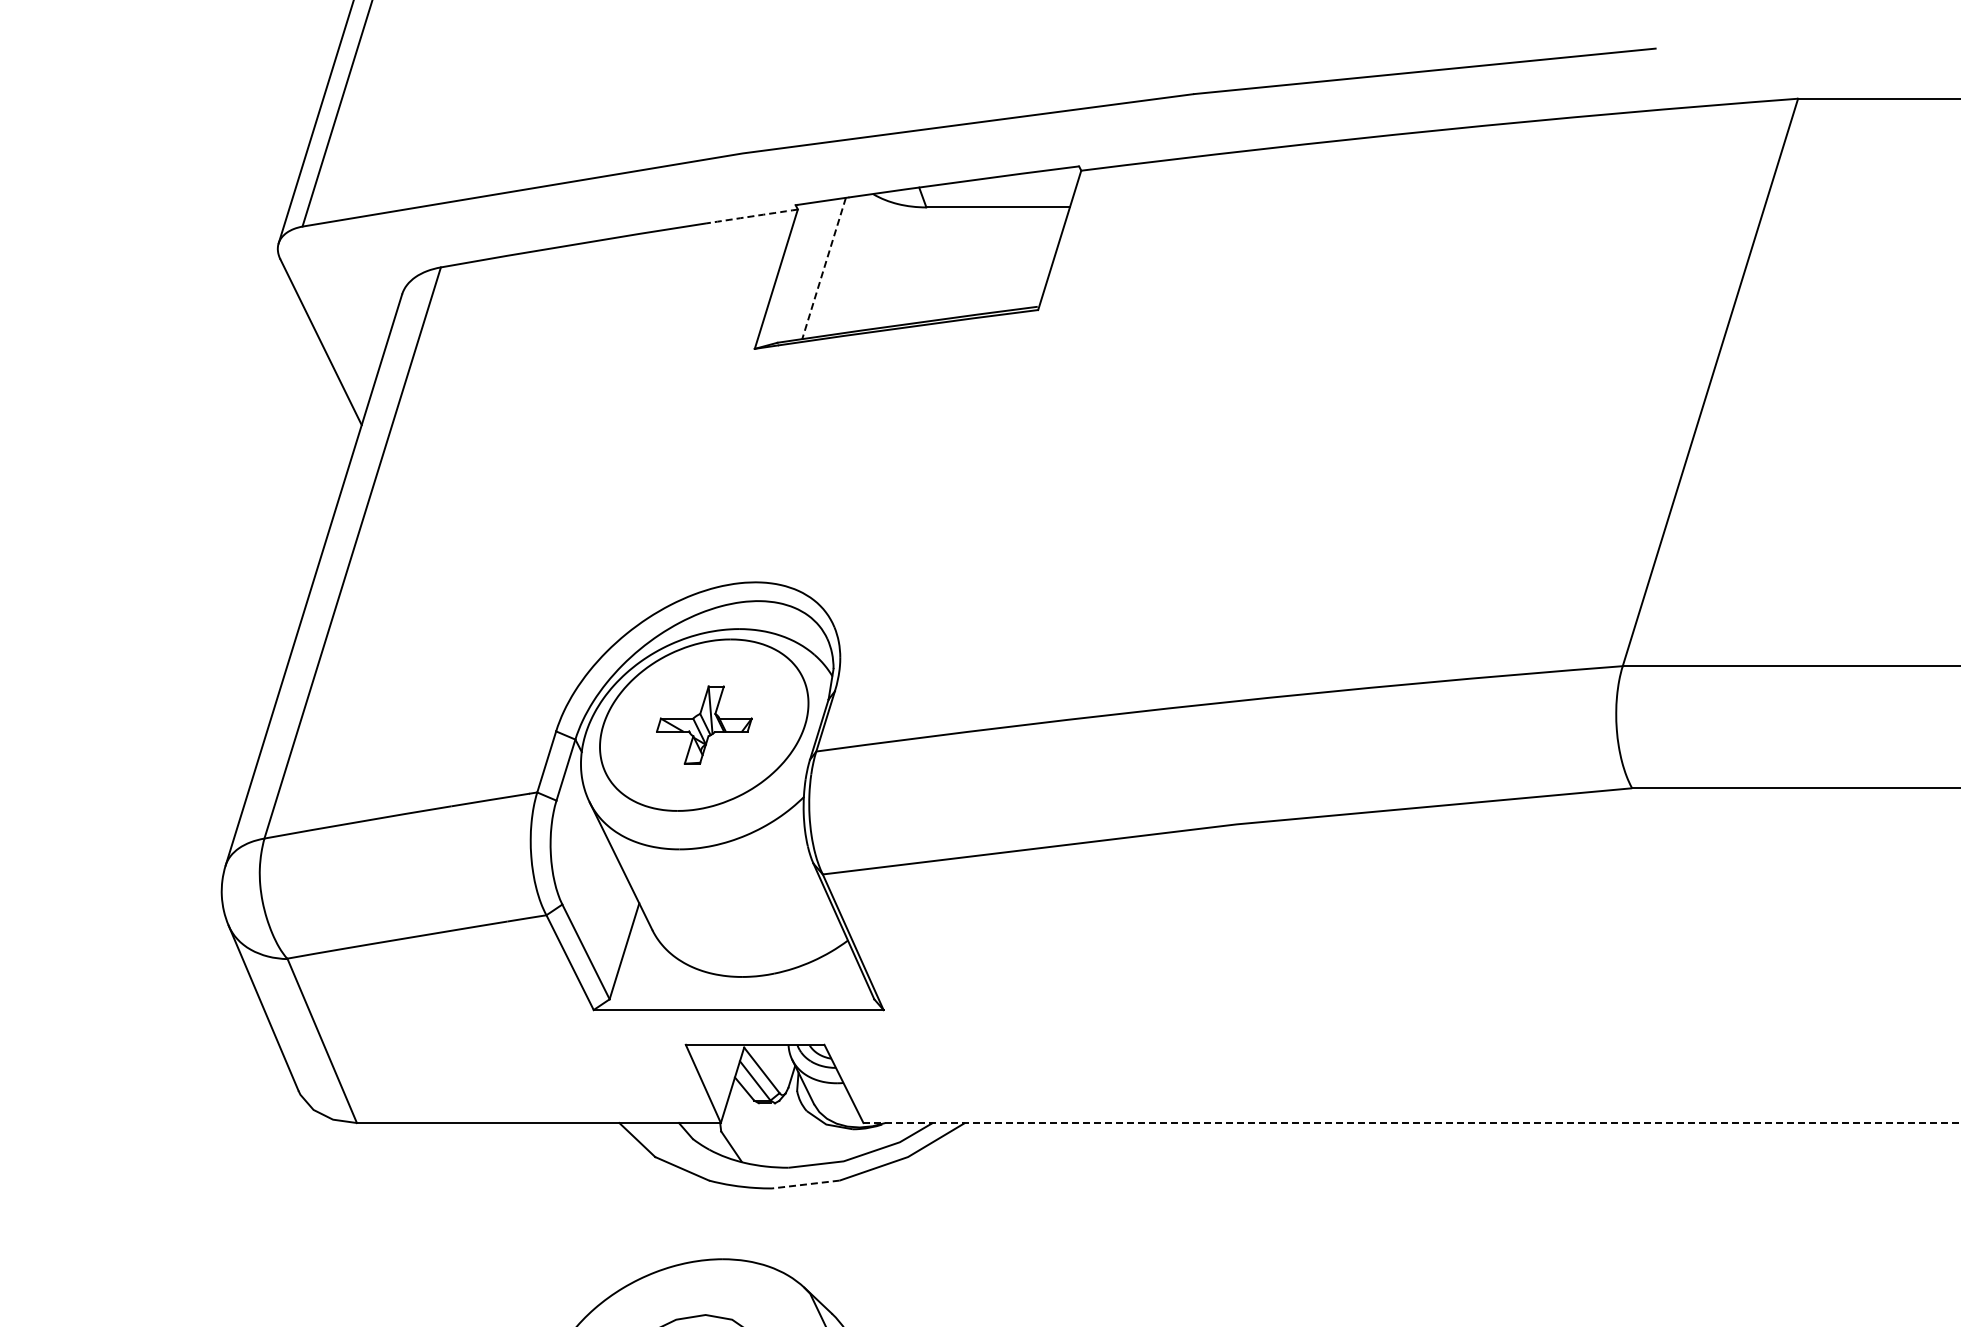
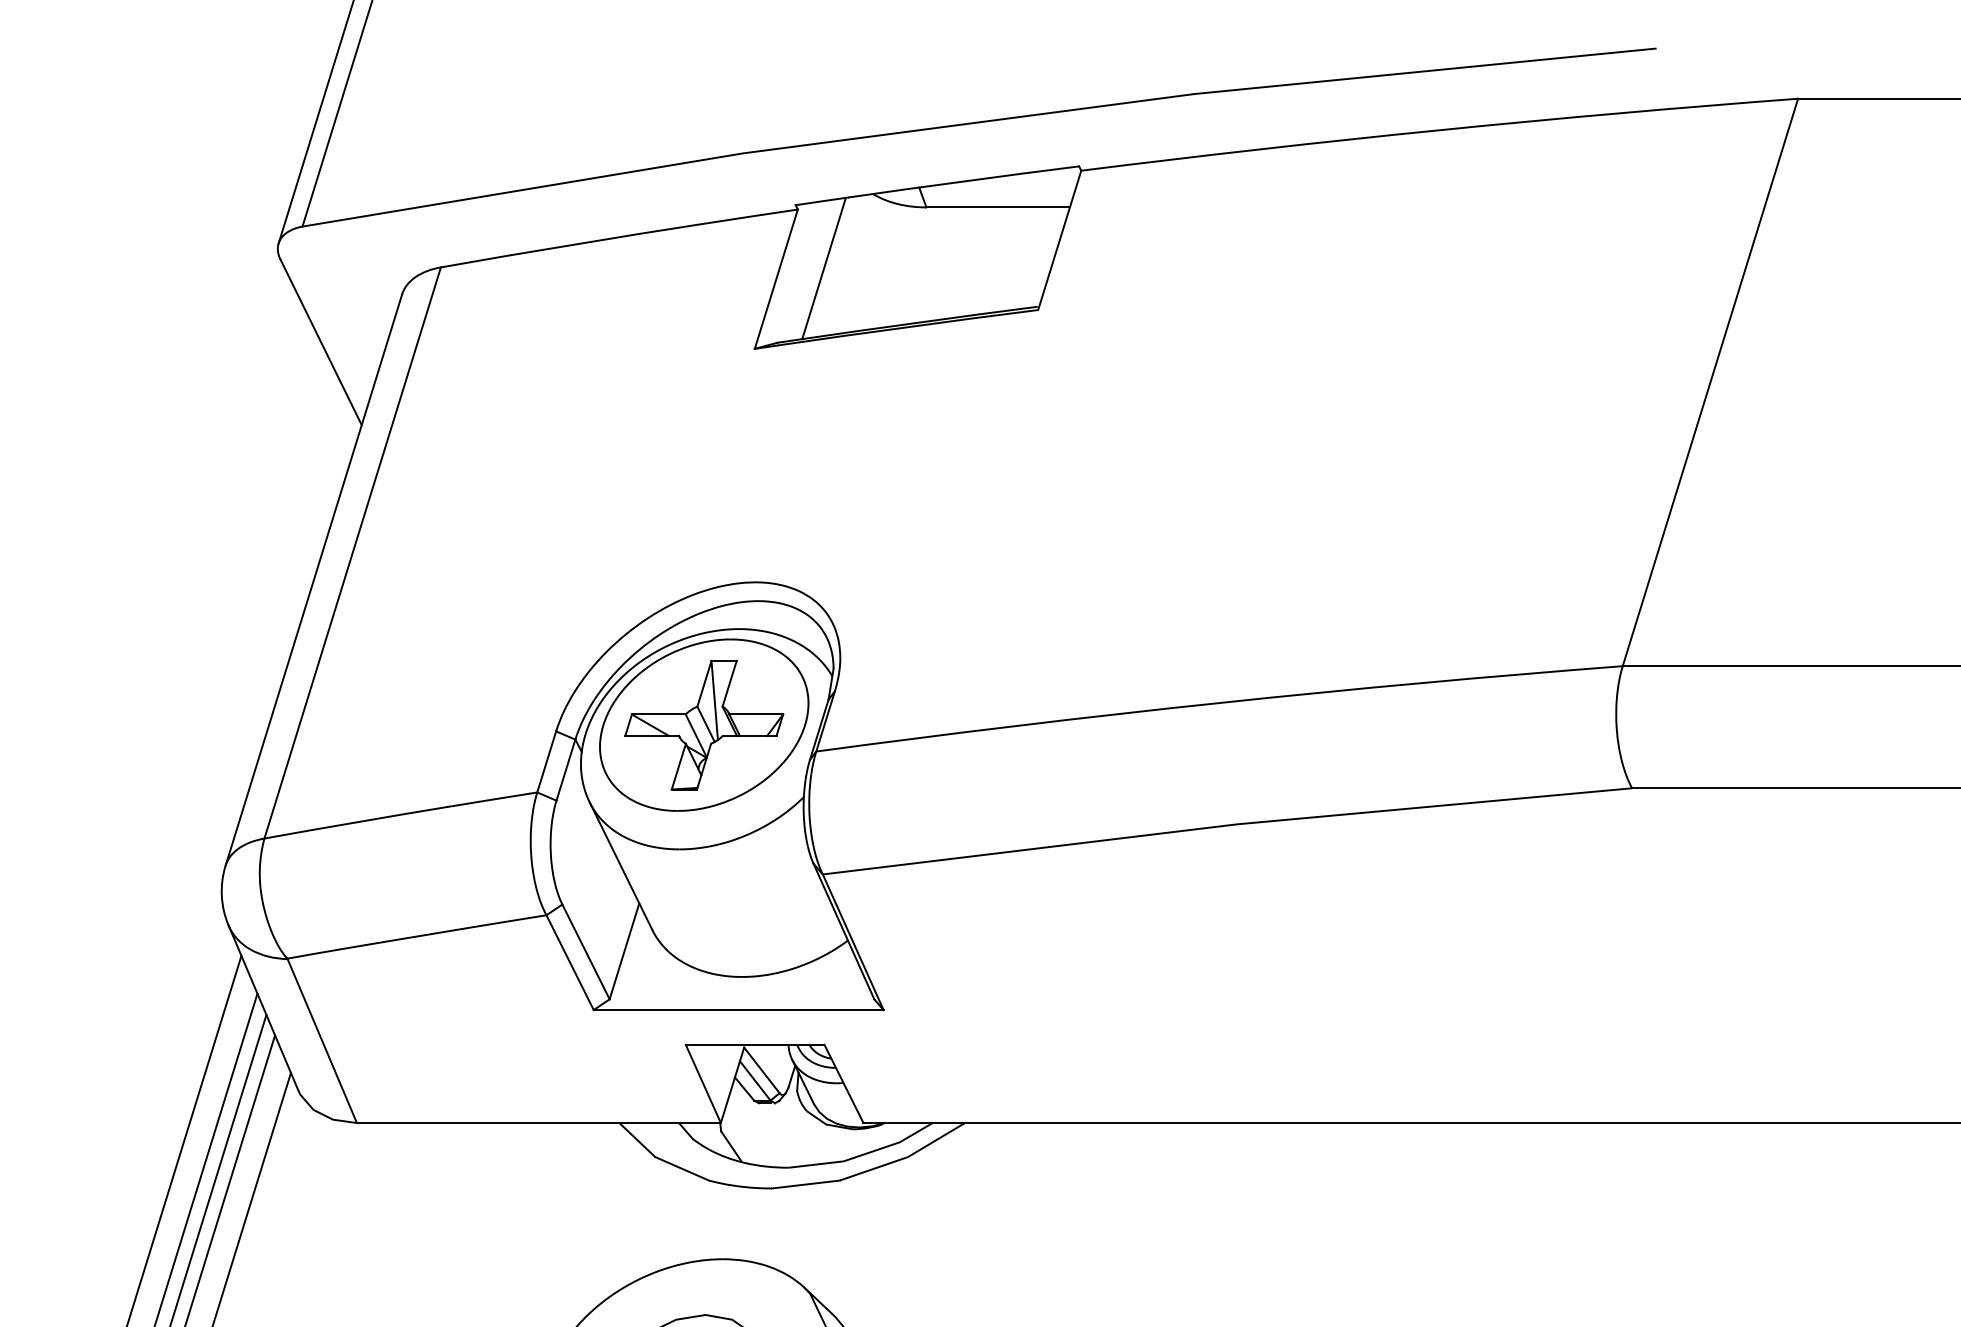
arc at (751, 216): dashed -> solid
line at (824, 268): dashed -> solid
part at (704, 724) size: 97x80 px -> 161x132 px
line at (1412, 1123): dashed -> solid
line at (184, 1139): none -> present
line at (206, 1158): none -> present
line at (218, 1168): none -> present
line at (230, 1179): none -> present
line at (805, 1184): dashed -> solid
line at (251, 1197): none -> present
